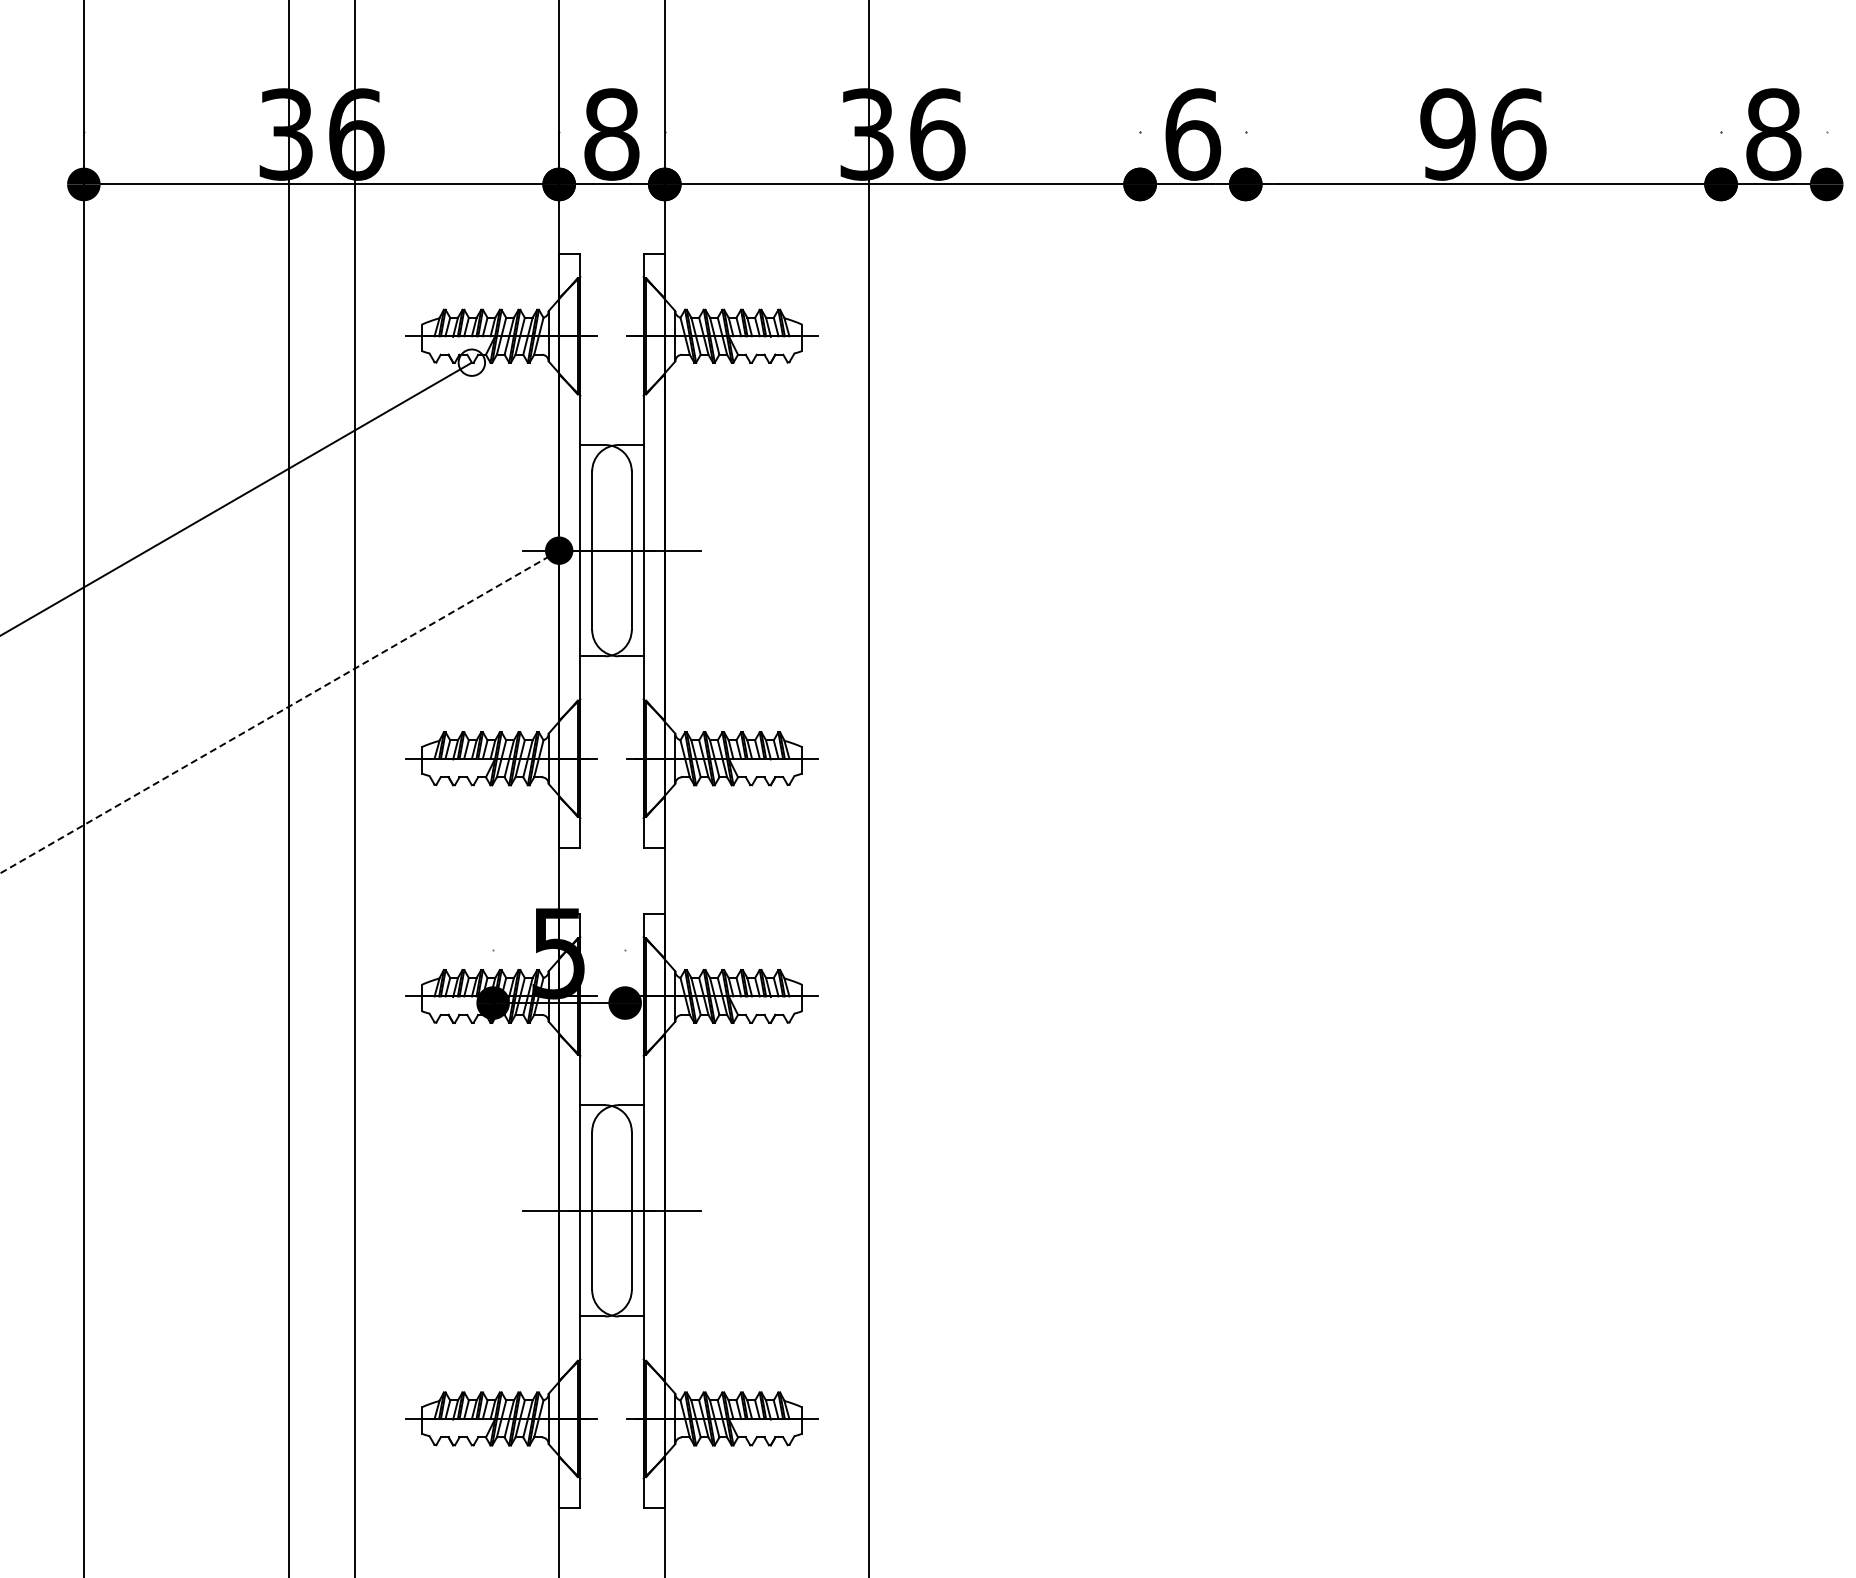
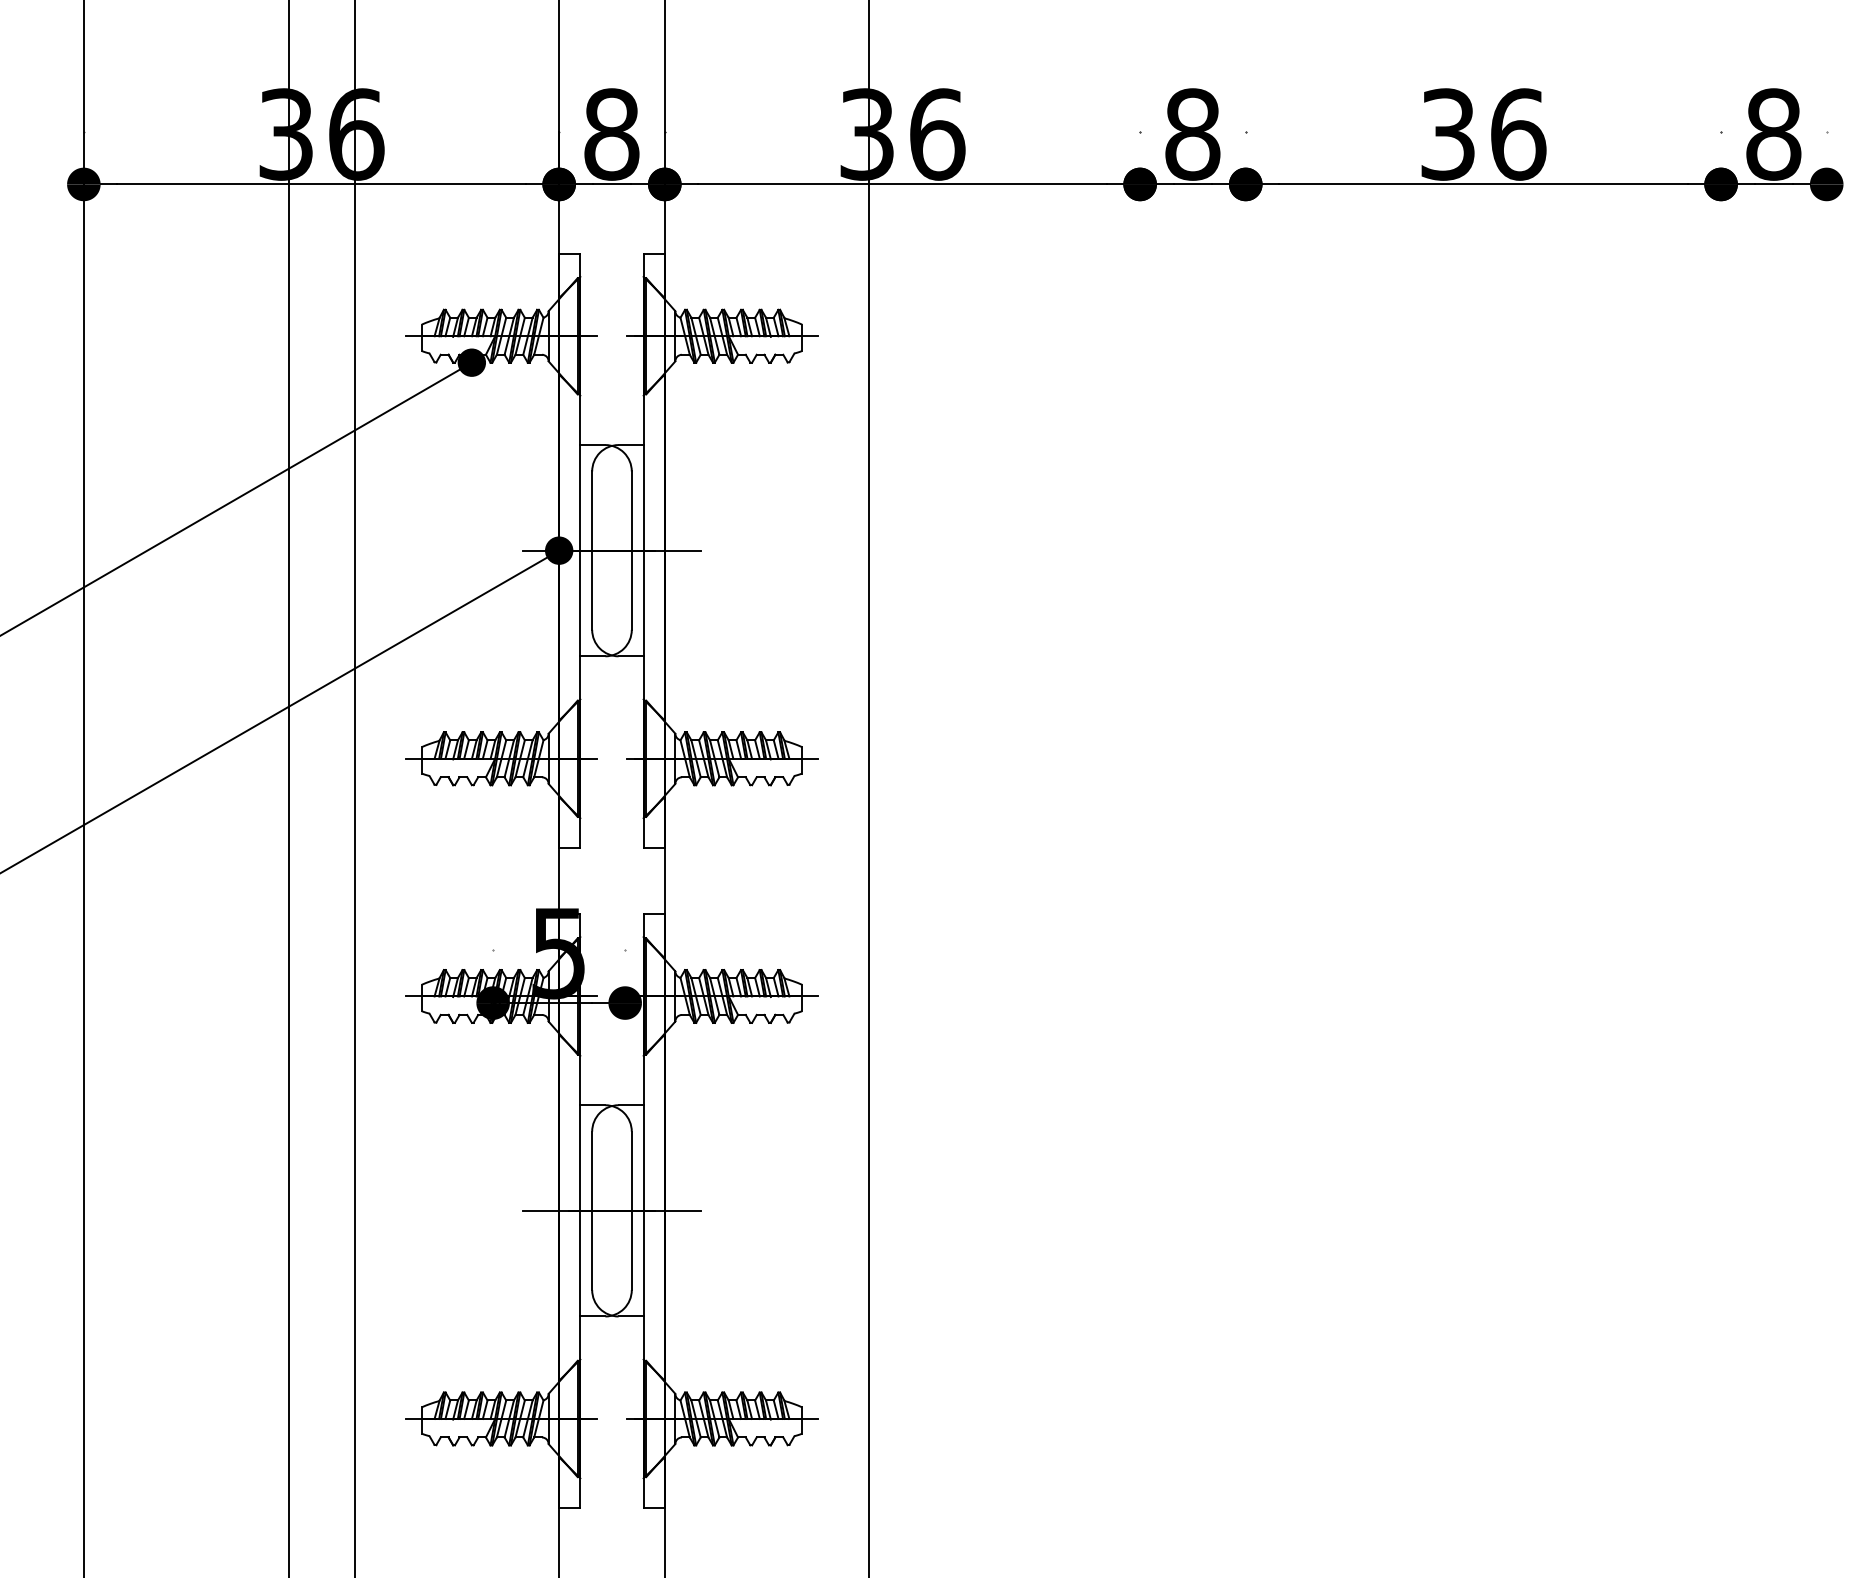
text at (1193, 134): 6 -> 8
text at (1447, 134): 96 -> 36
fill at (471, 362): none -> present
line at (279, 712): dashed -> solid
